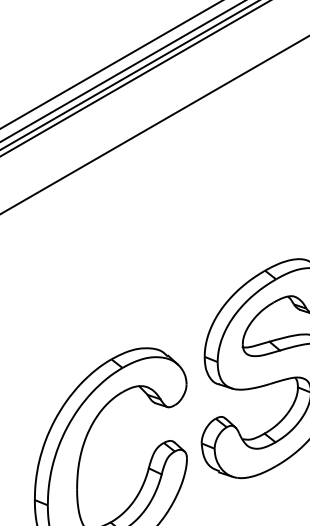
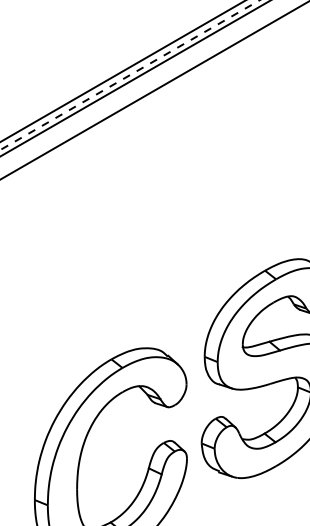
line at (110, 64): present -> none
line at (130, 74): solid -> dashed
line at (154, 125) position: (154, 125) -> (154, 90)
